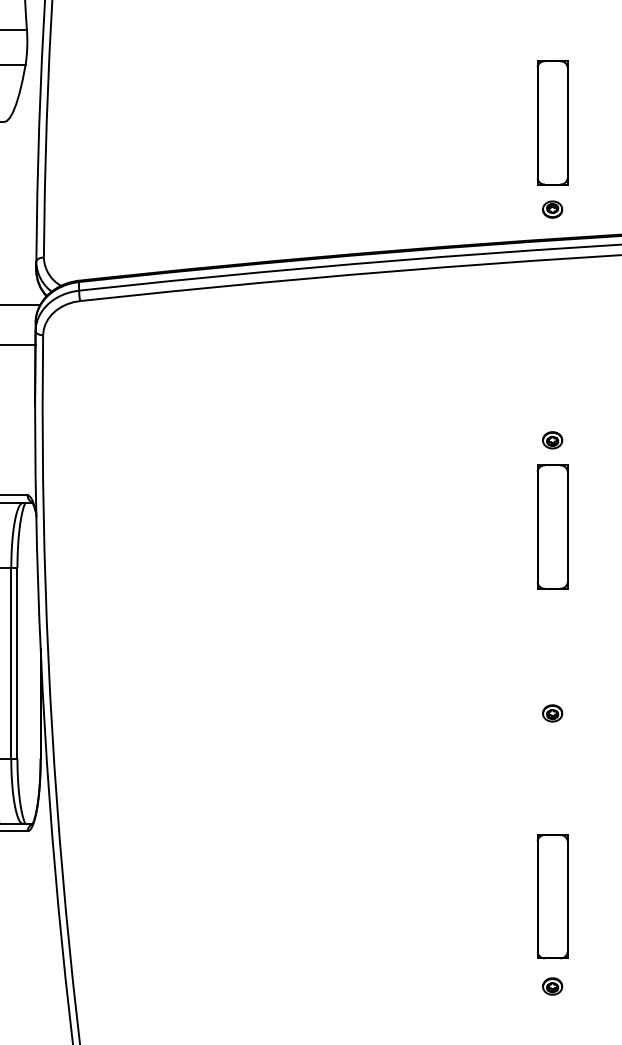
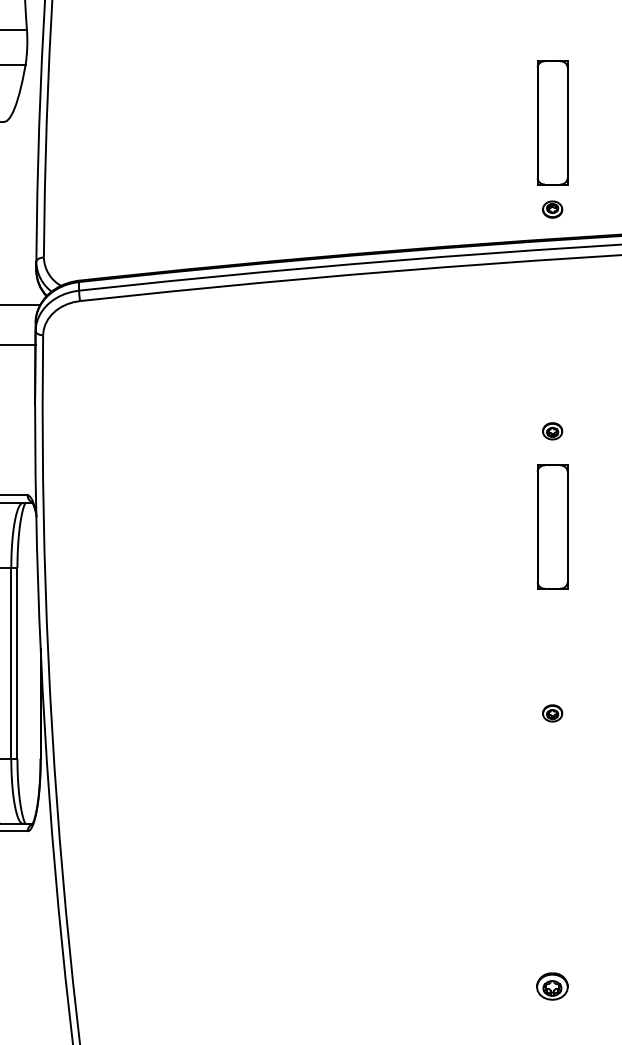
part at (552, 440) position: (552, 440) -> (552, 431)
part at (552, 896): present -> none
part at (552, 986) size: 22x19 px -> 33x29 px
